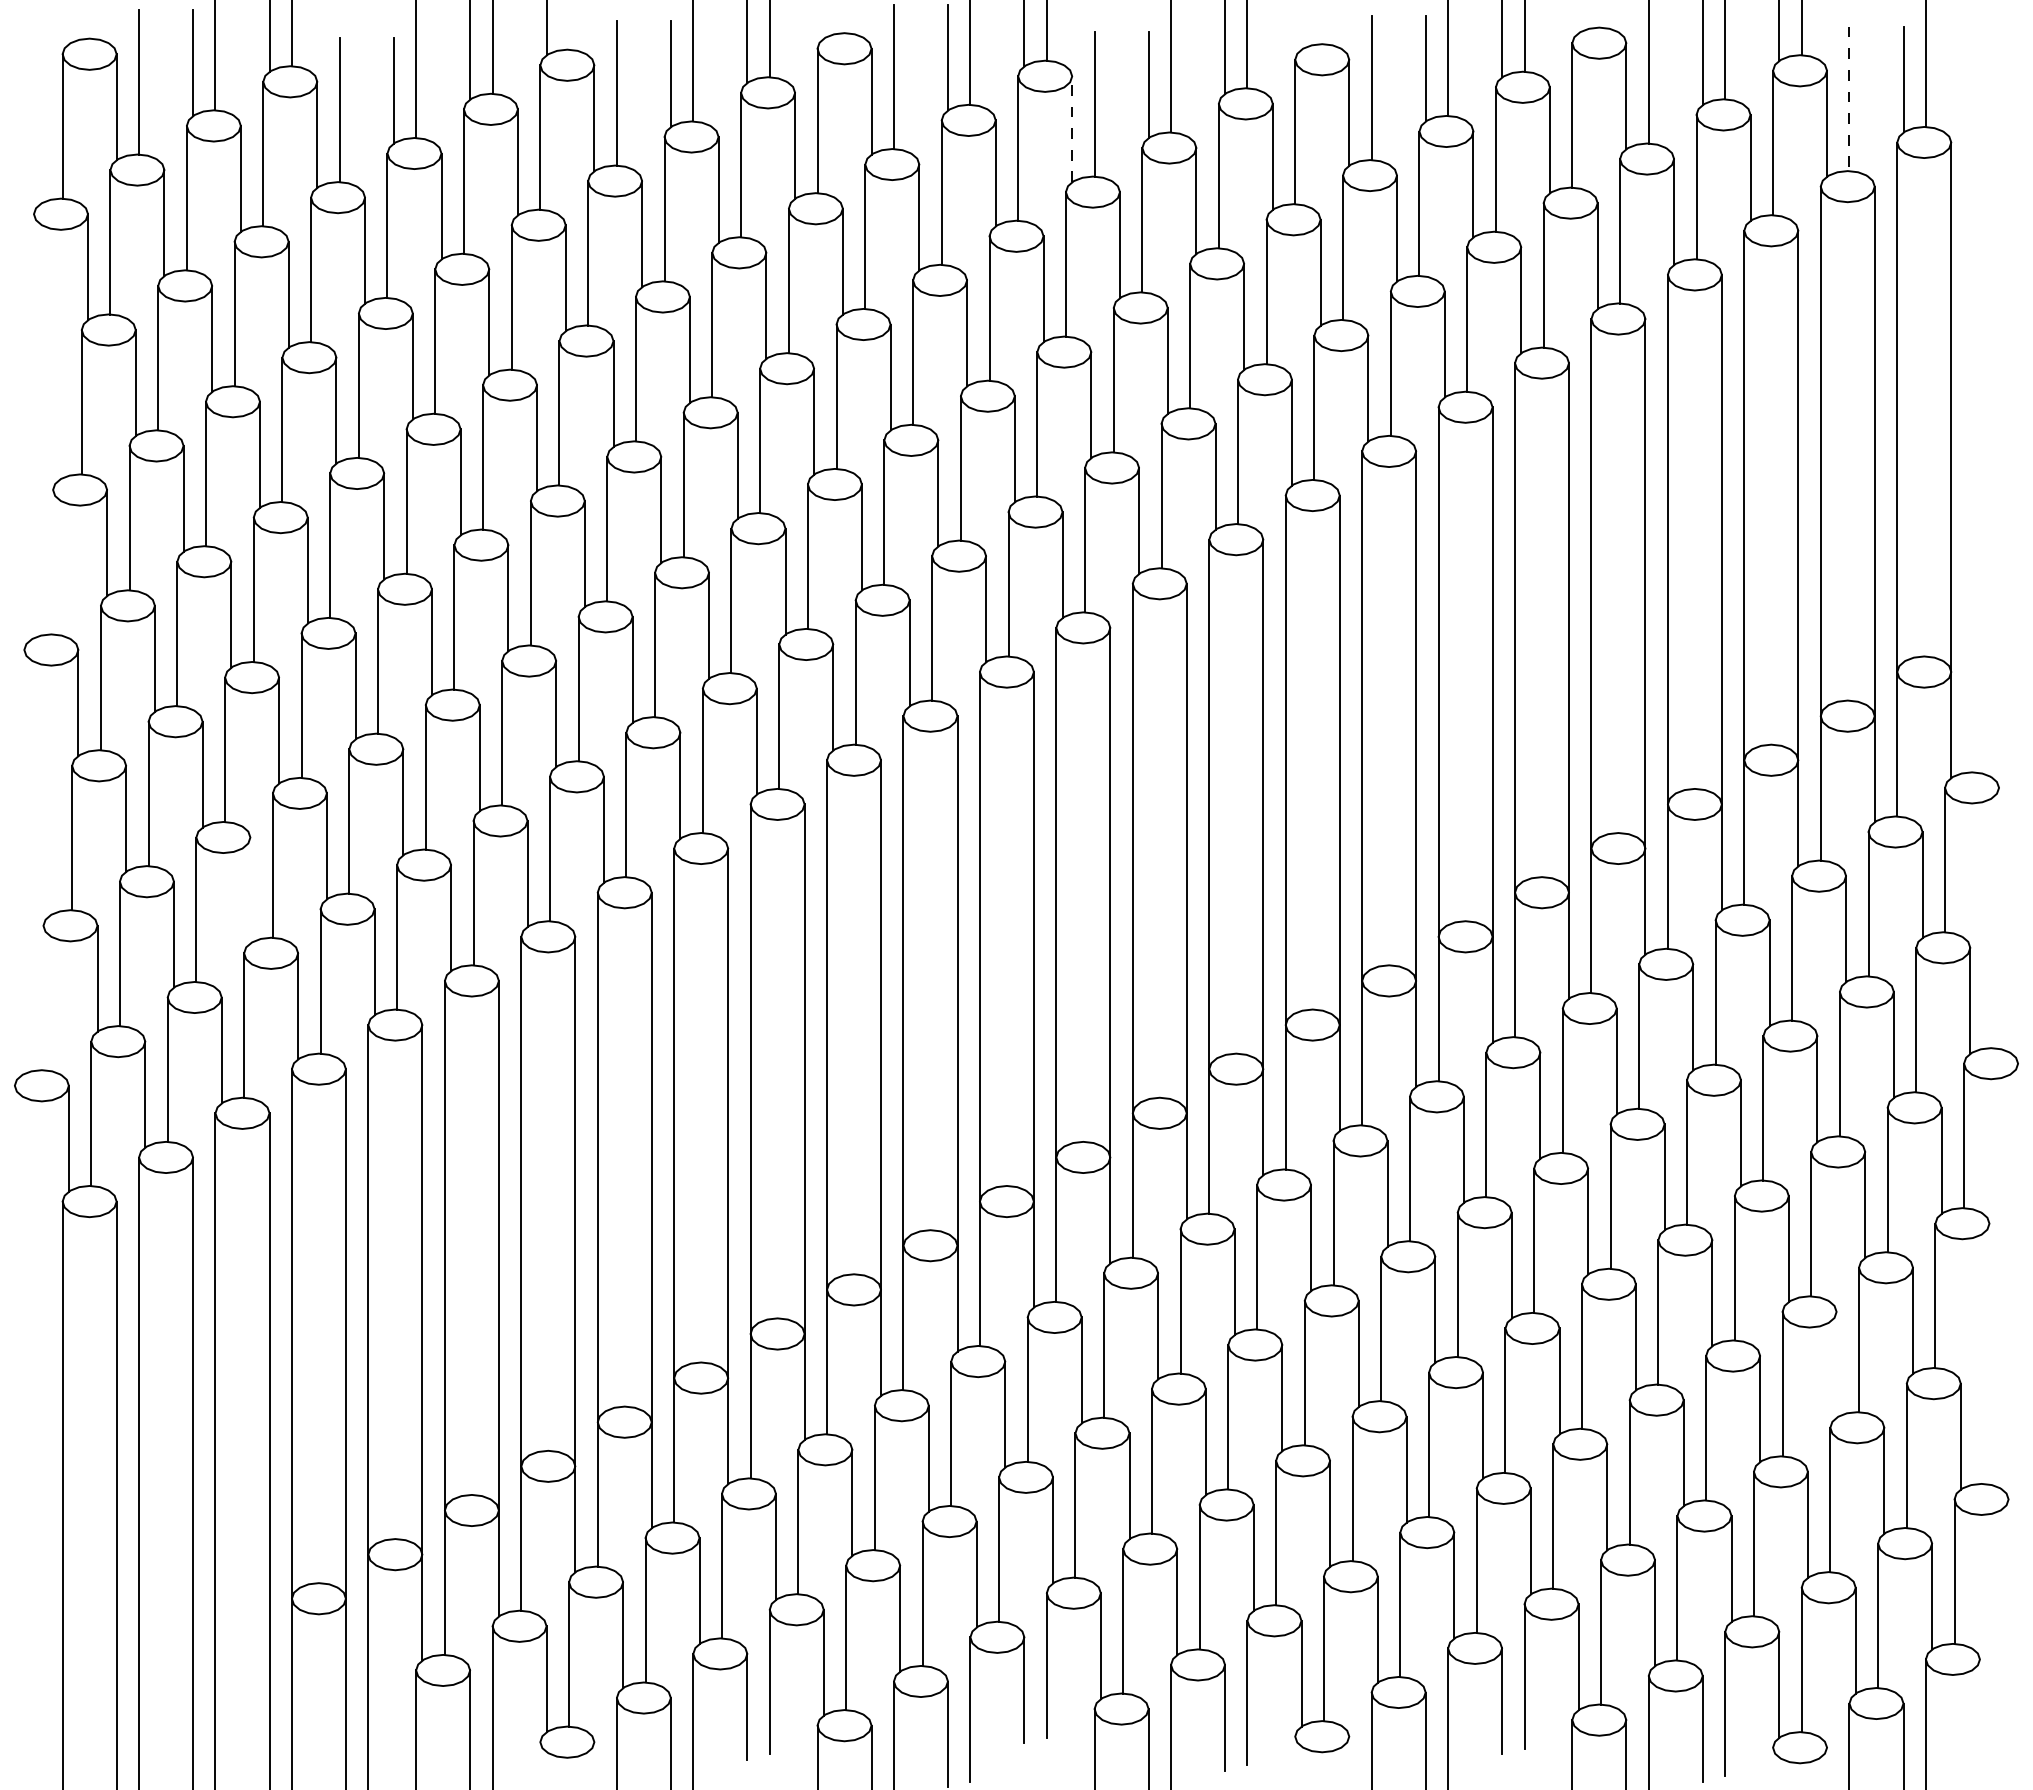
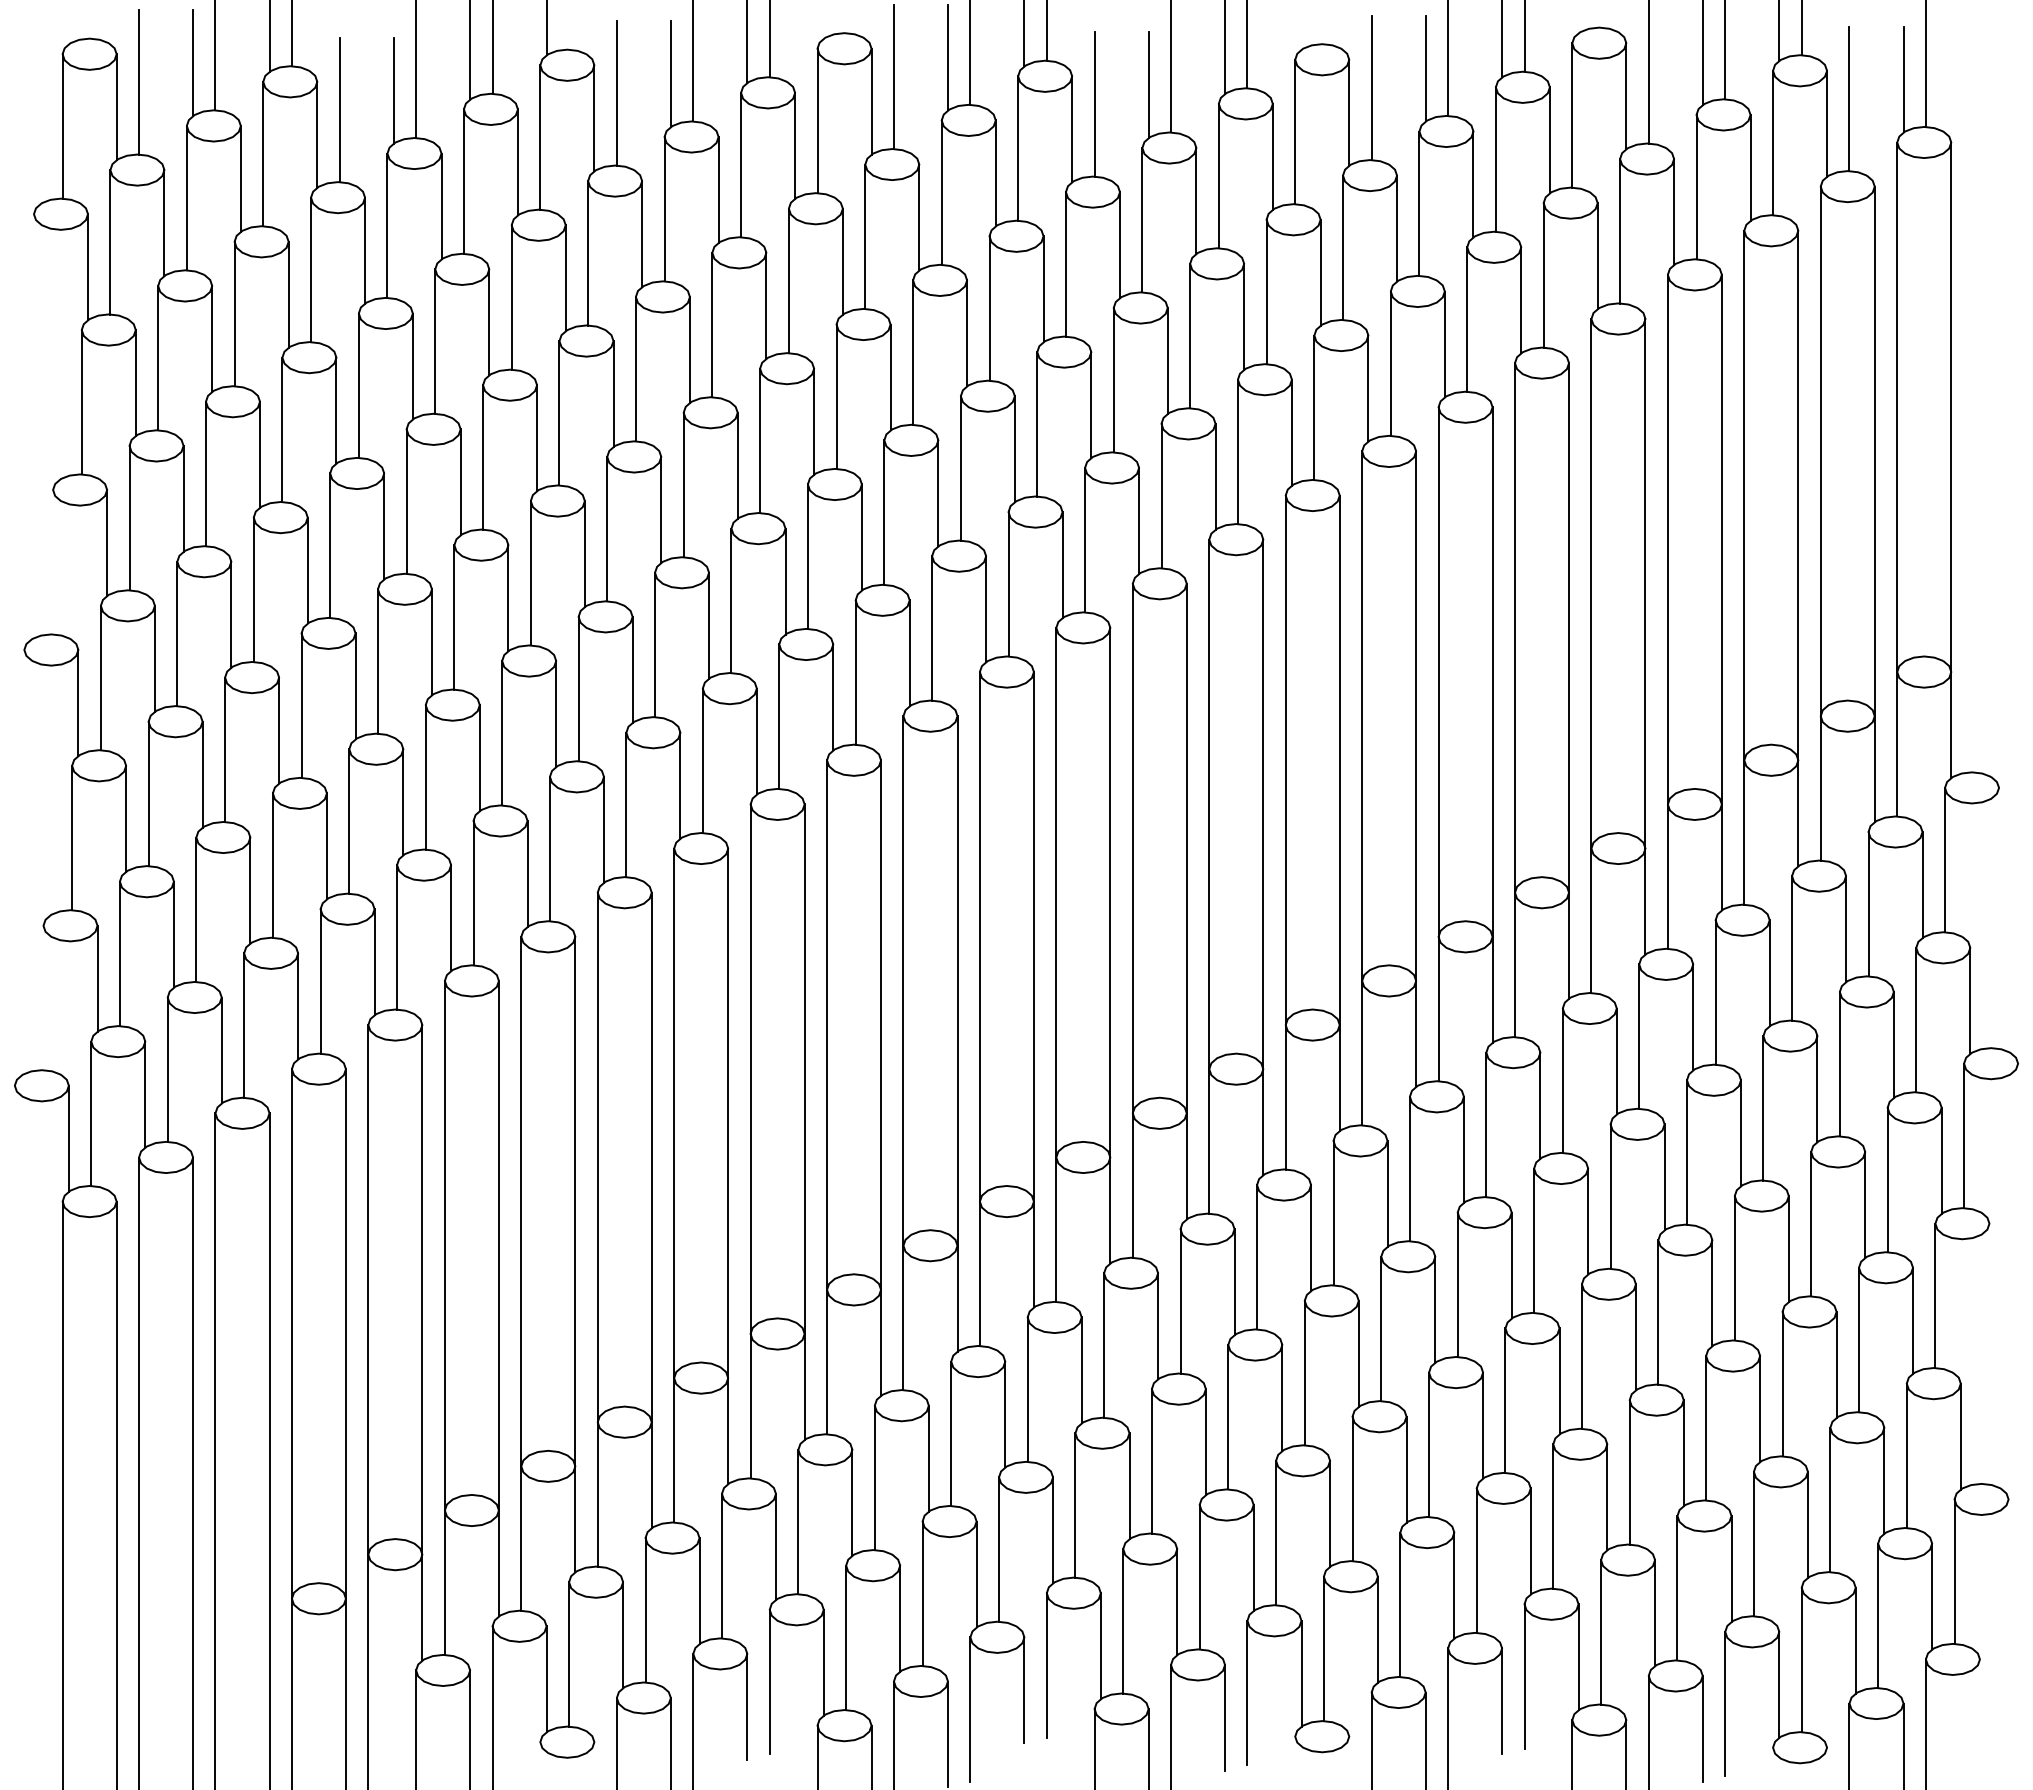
line at (1849, 99): dashed -> solid
line at (1072, 129): dashed -> solid
line at (250, 890): none -> present
line at (1836, 1364): none -> present
